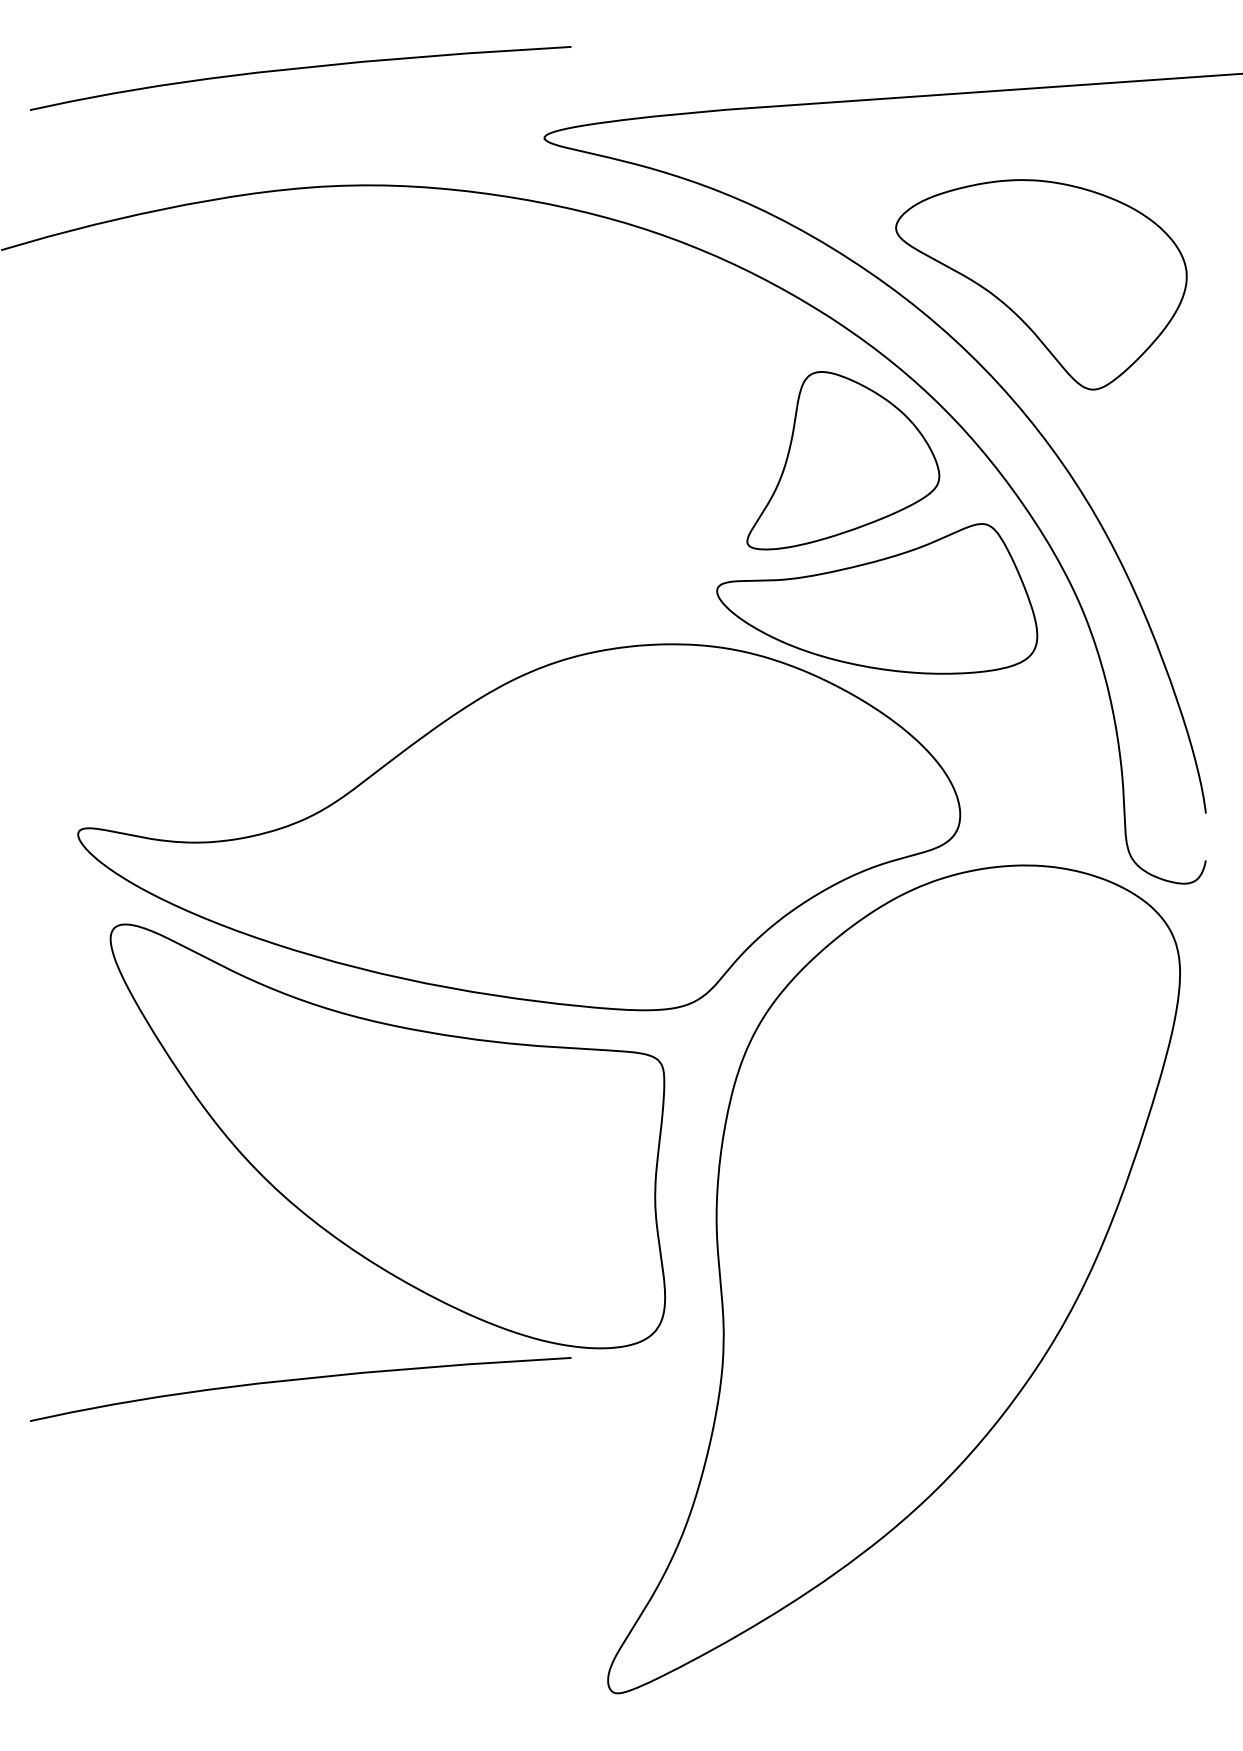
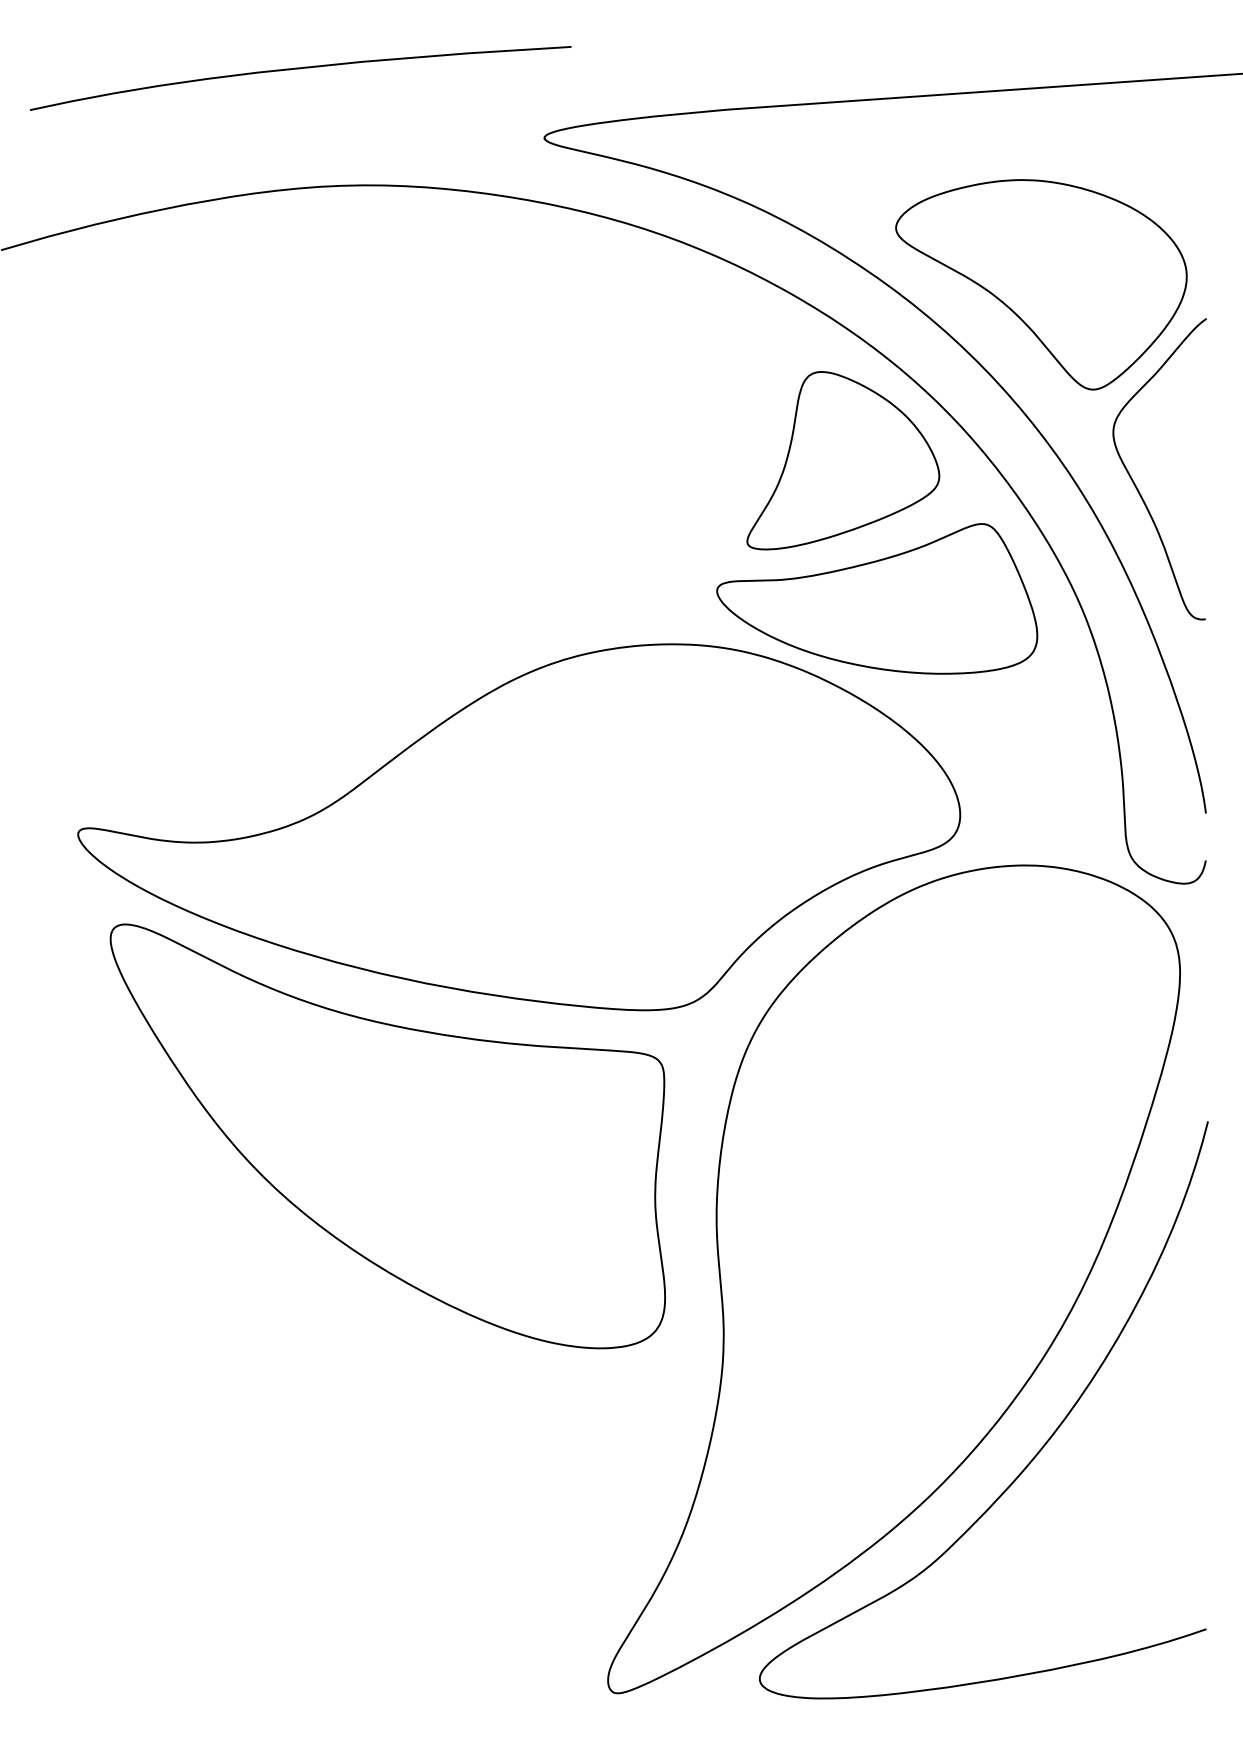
curve at (1134, 481): none -> present
curve at (300, 1380): present -> none
curve at (1035, 1454): none -> present
